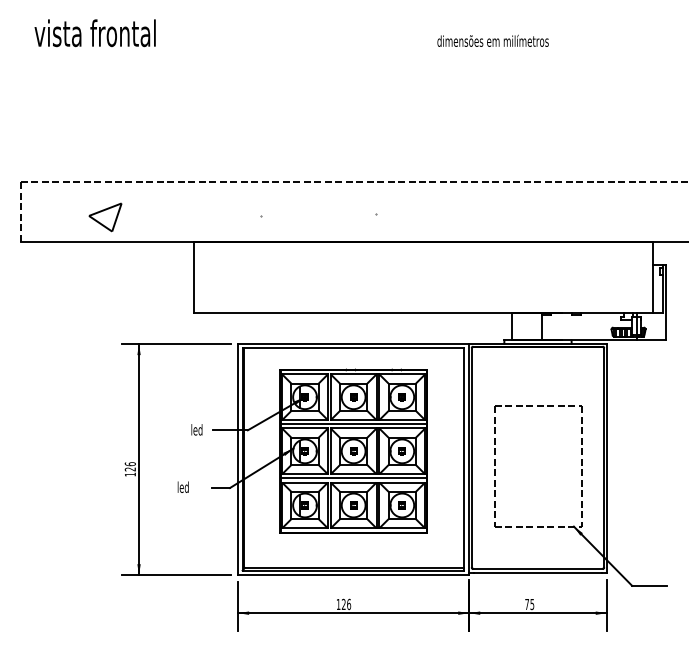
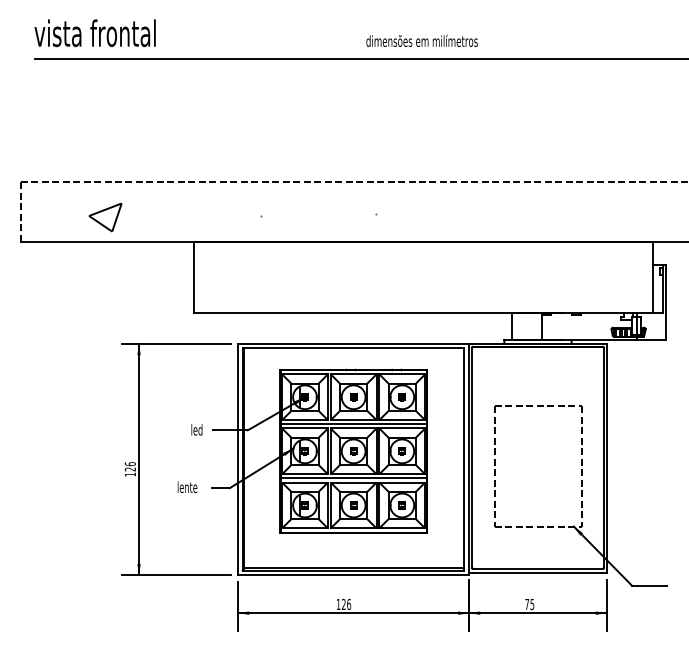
text at (492, 40) position: (492, 40) -> (421, 40)
line at (360, 59): none -> present
text at (190, 486): led -> lente
